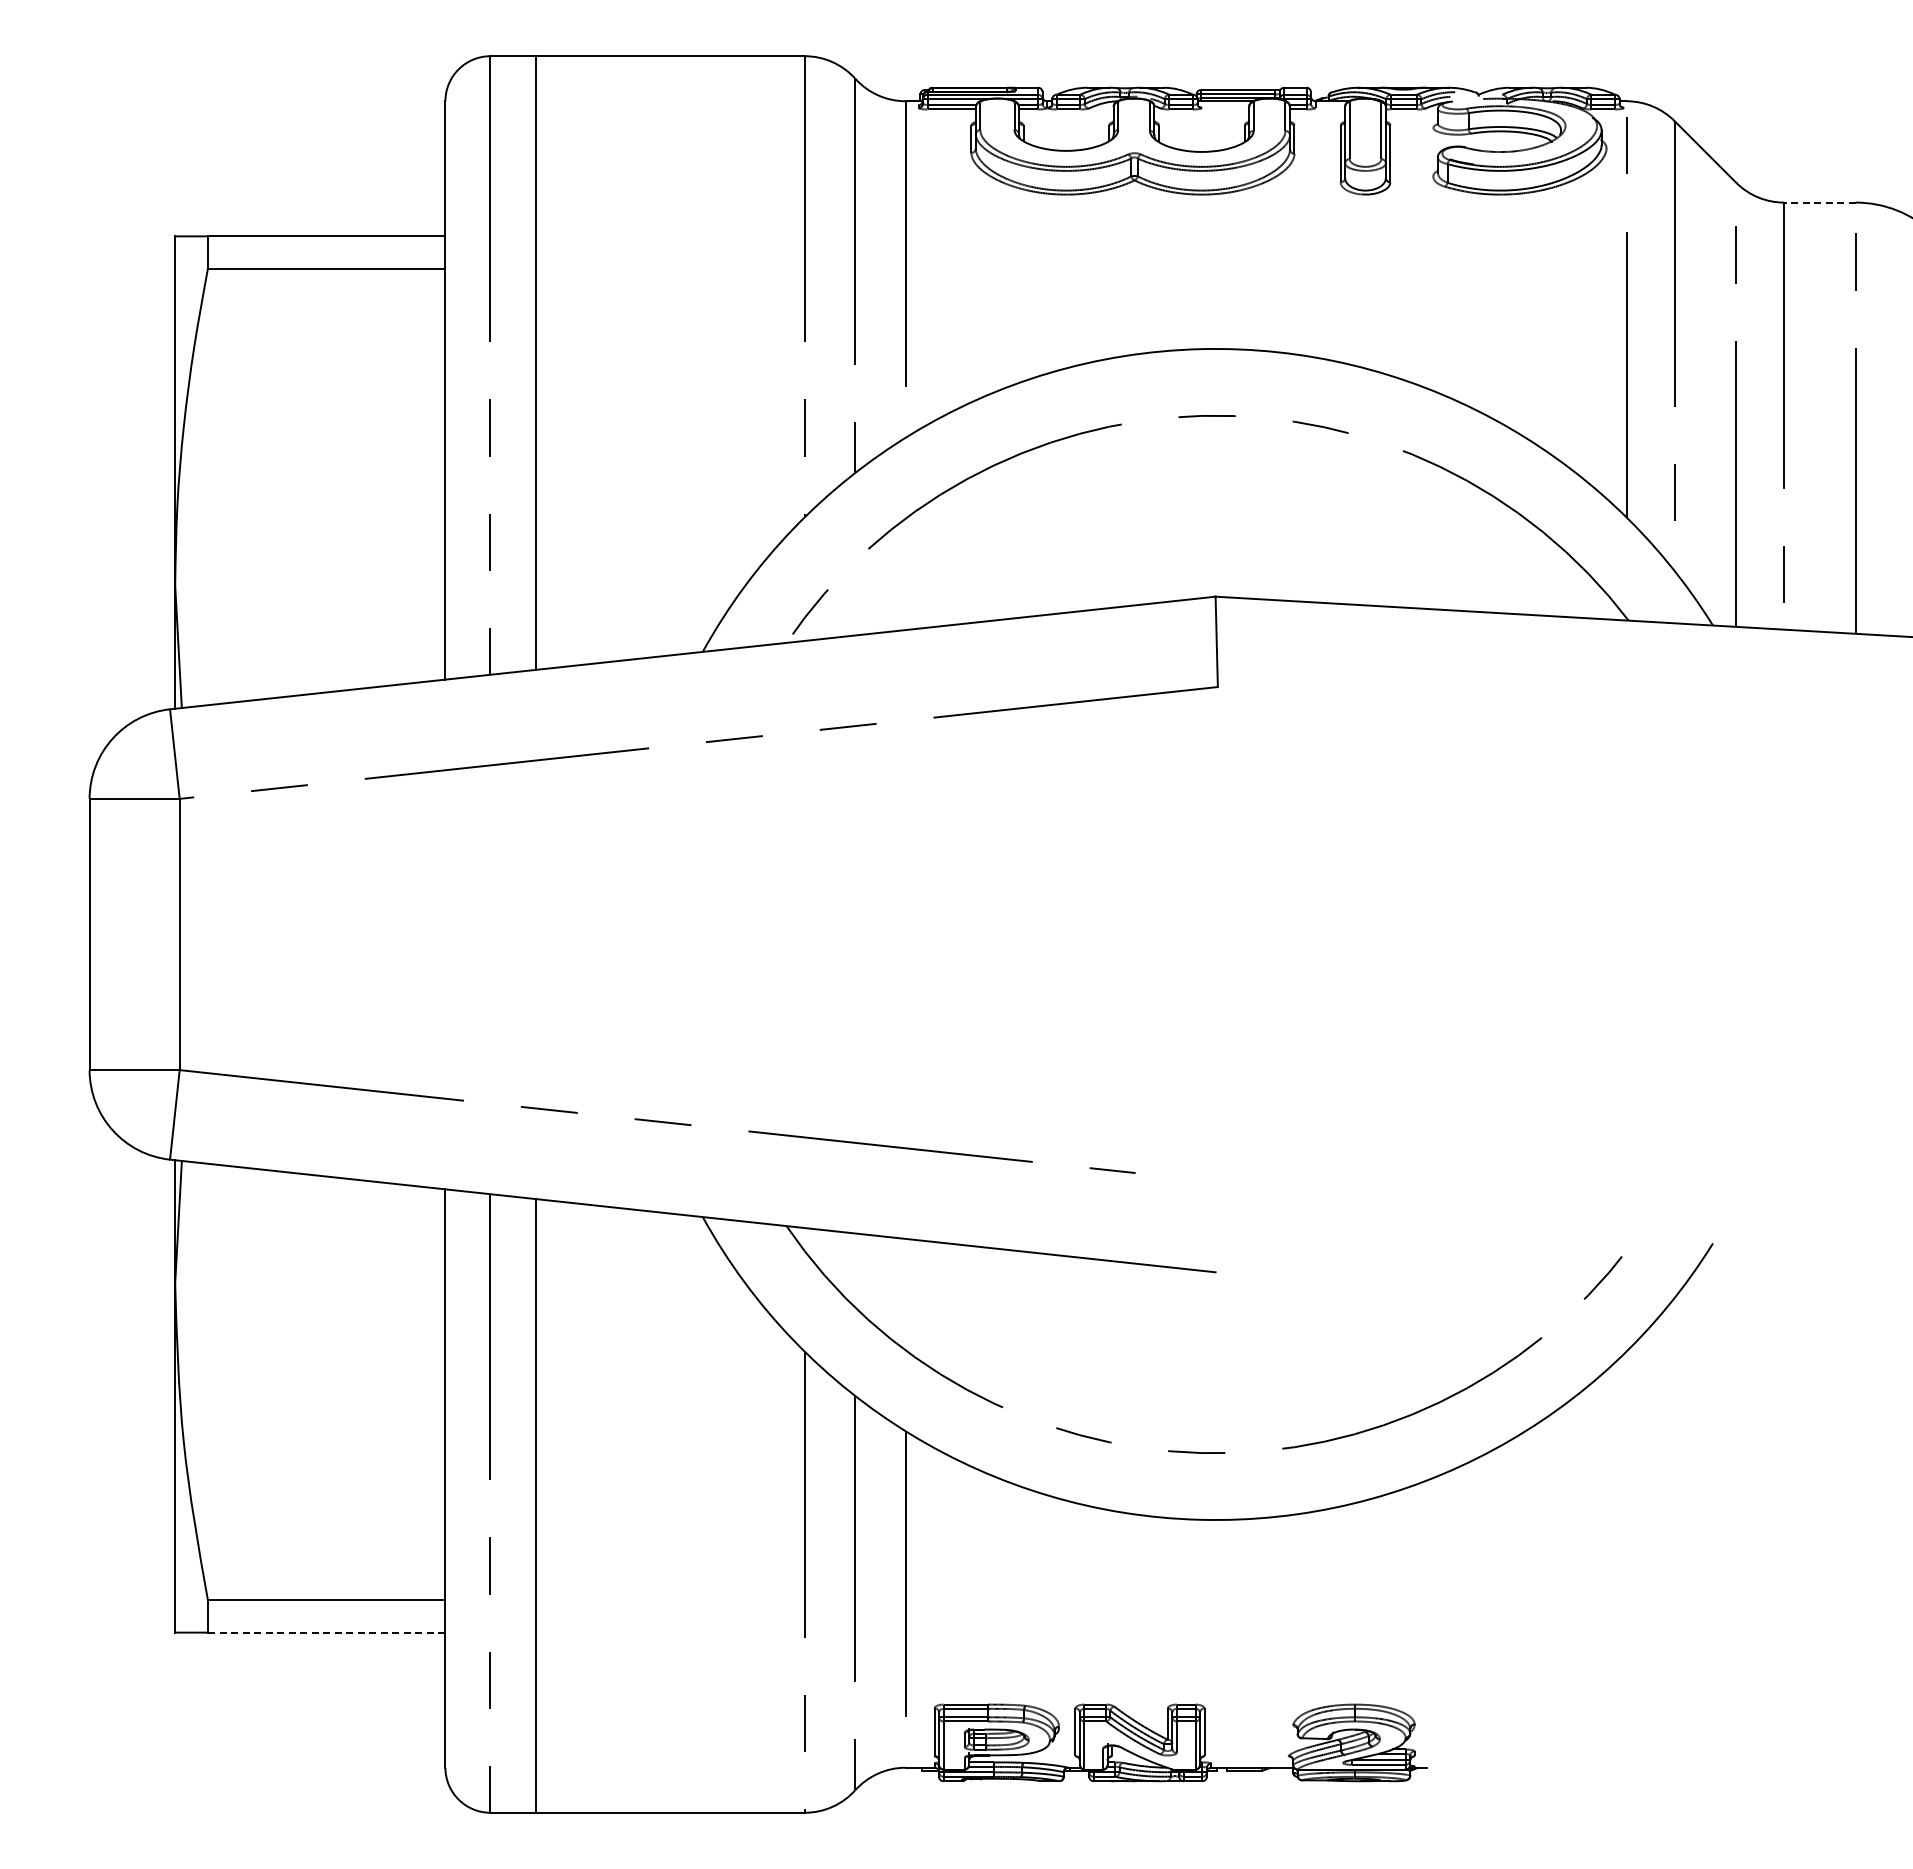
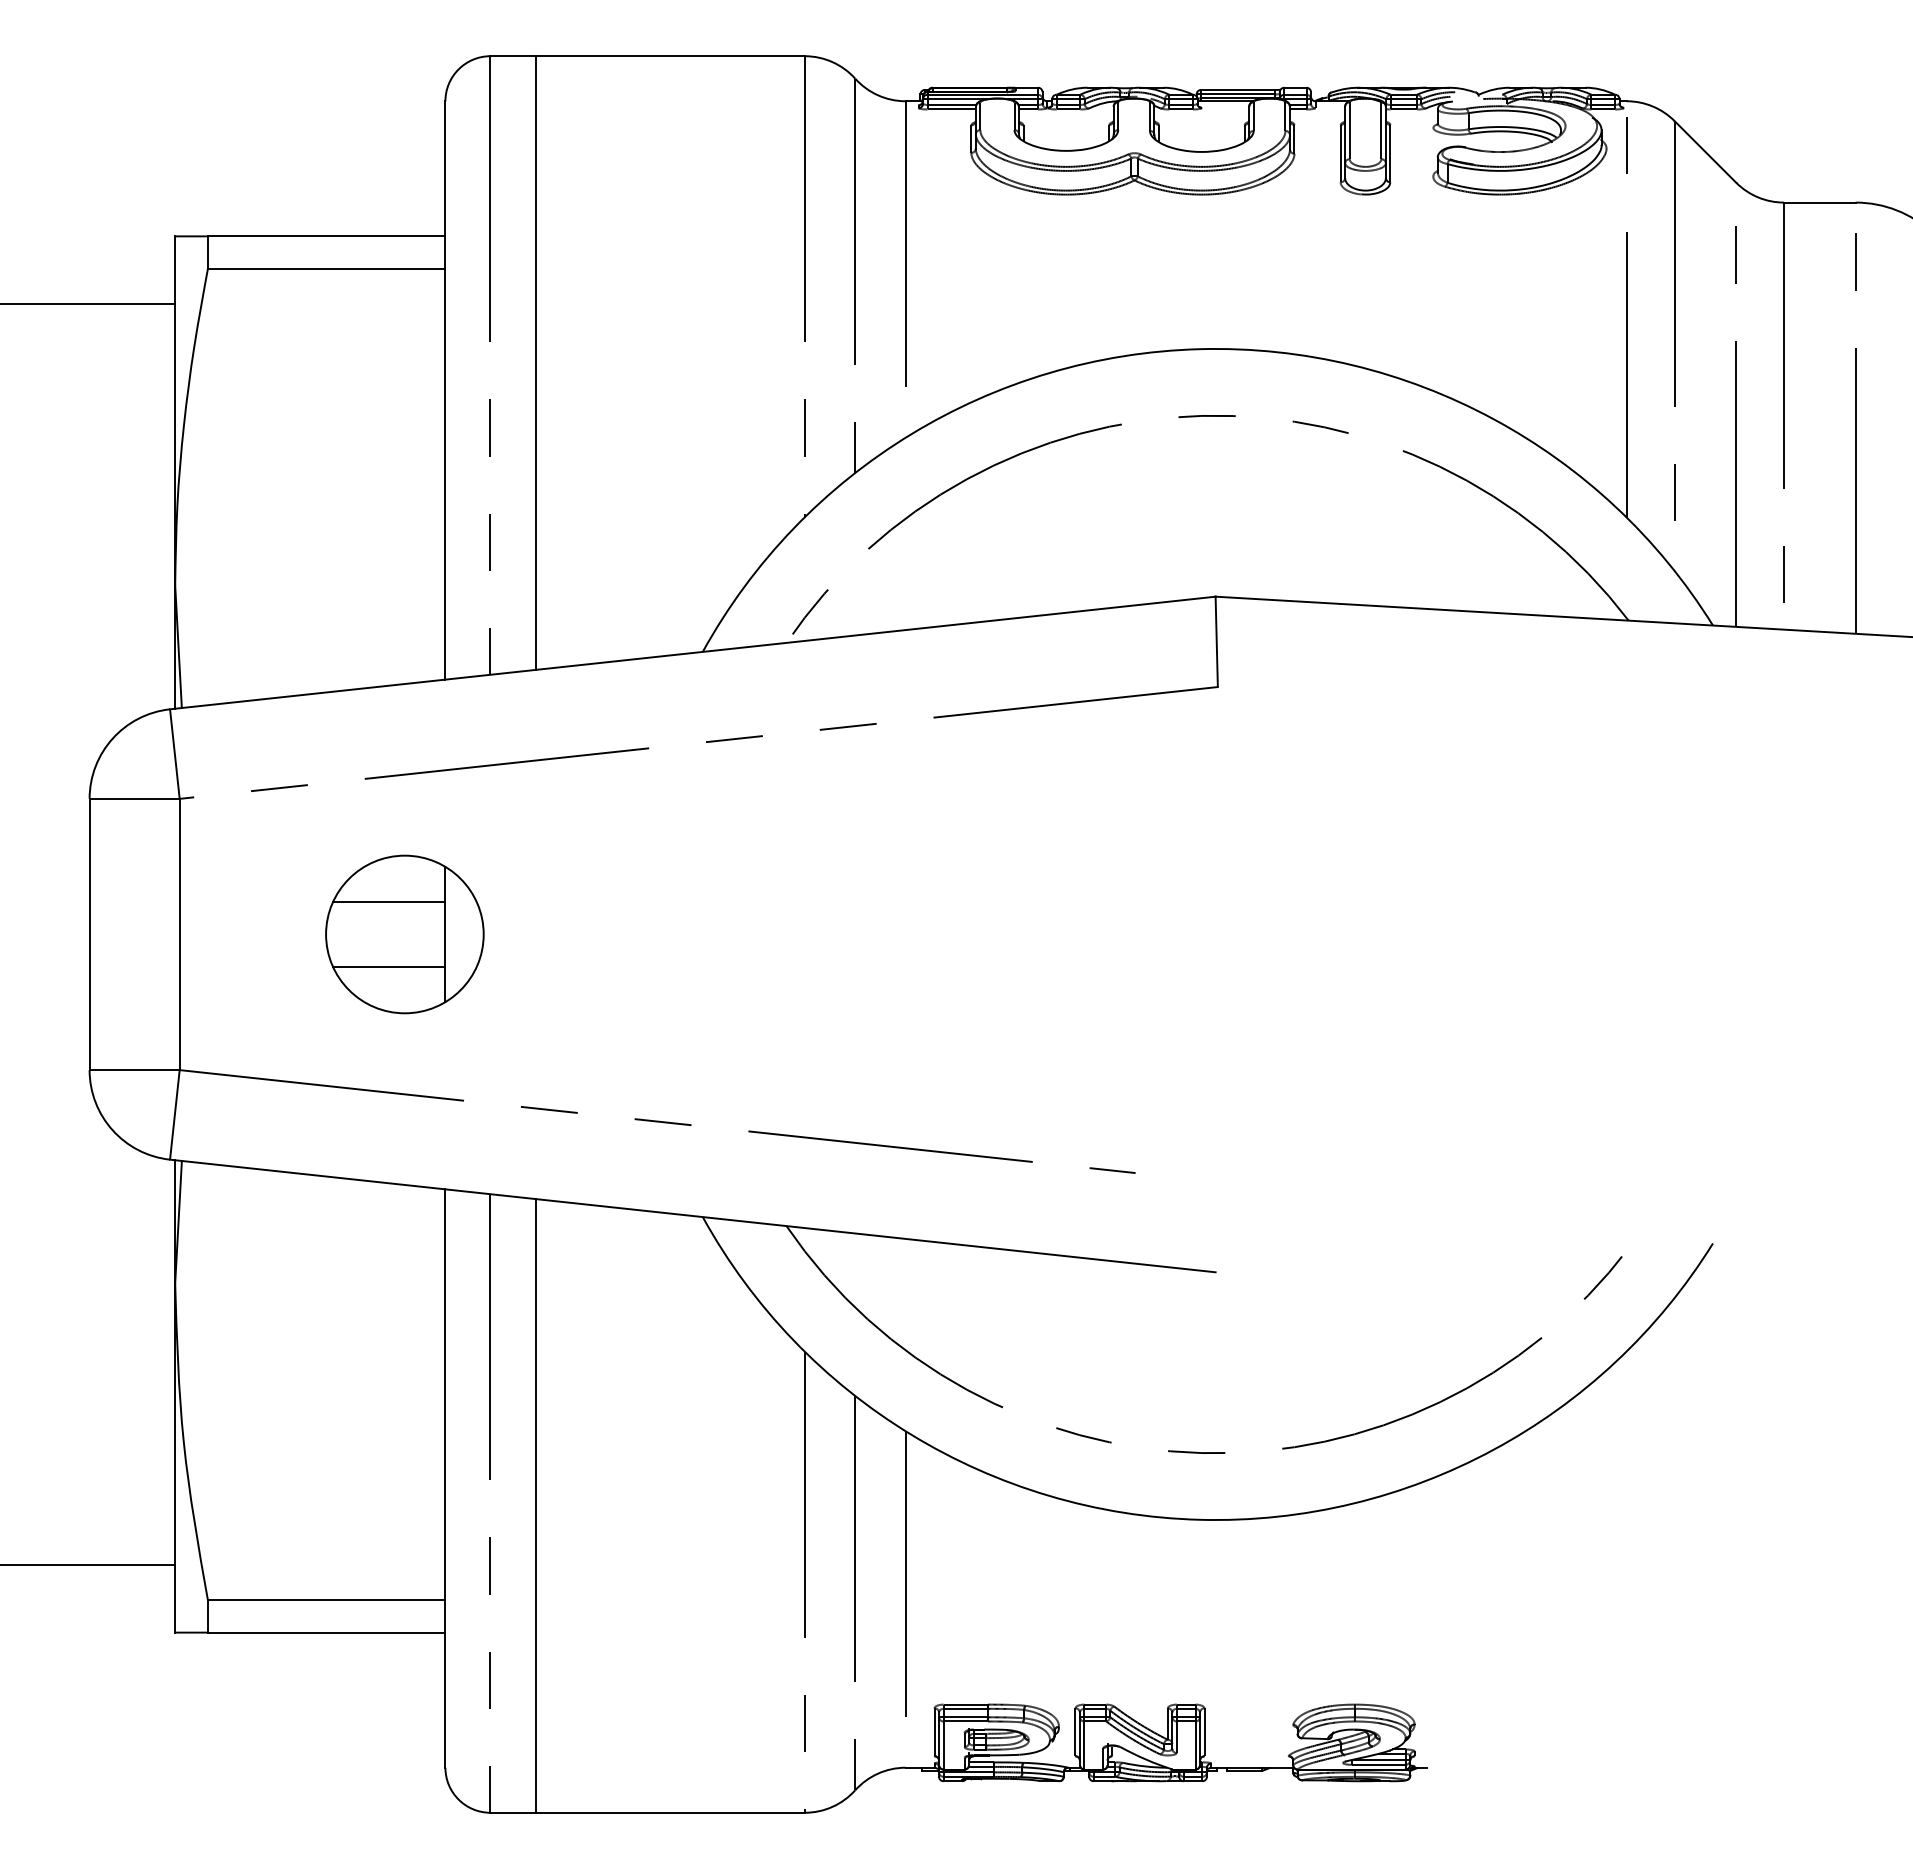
line at (1819, 202): dashed -> solid
line at (88, 303): none -> present
part at (404, 934): none -> present
line at (88, 1565): none -> present
line at (326, 1632): dashed -> solid
